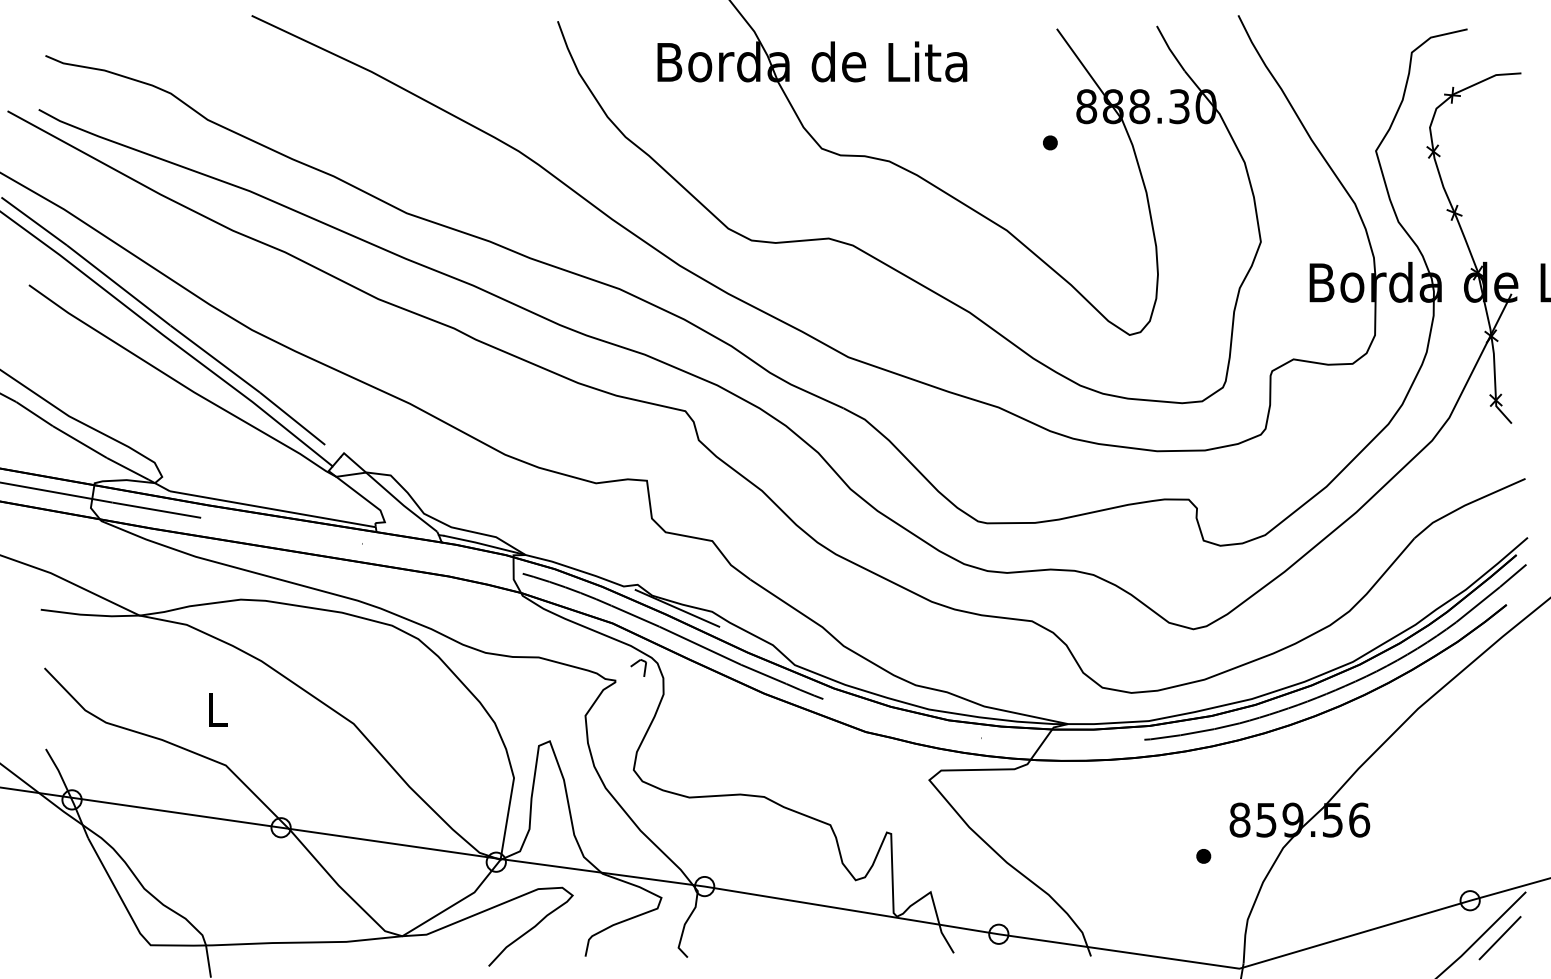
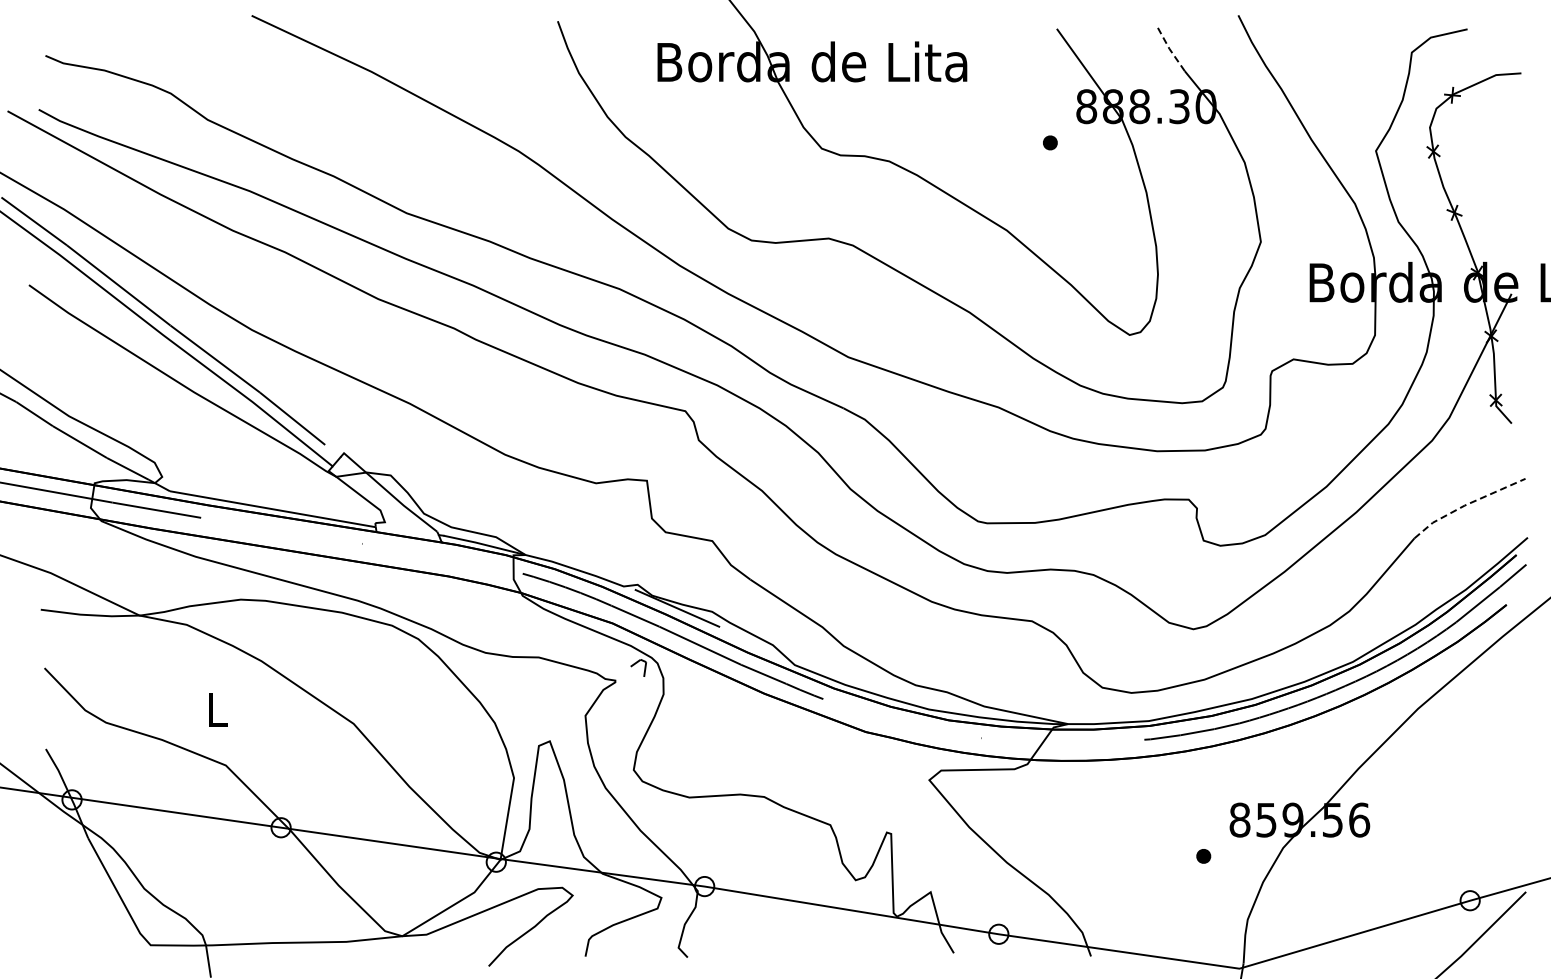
line at (1169, 48): solid -> dashed
line at (1466, 504): solid -> dashed
line at (1499, 938): present -> none
